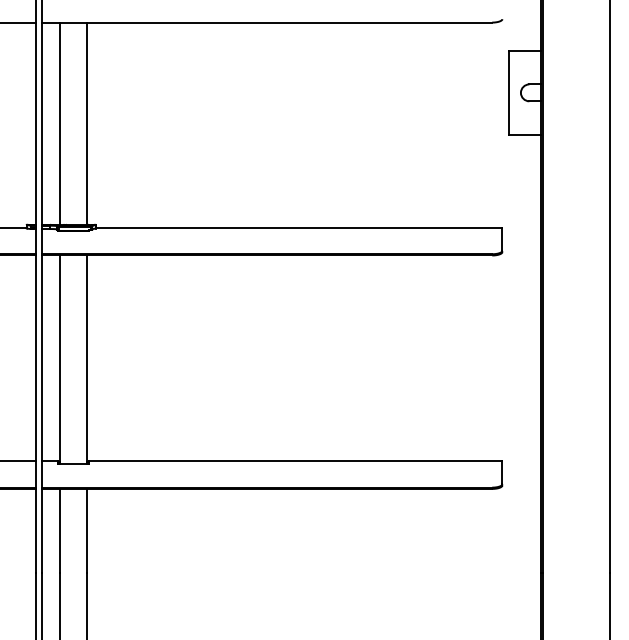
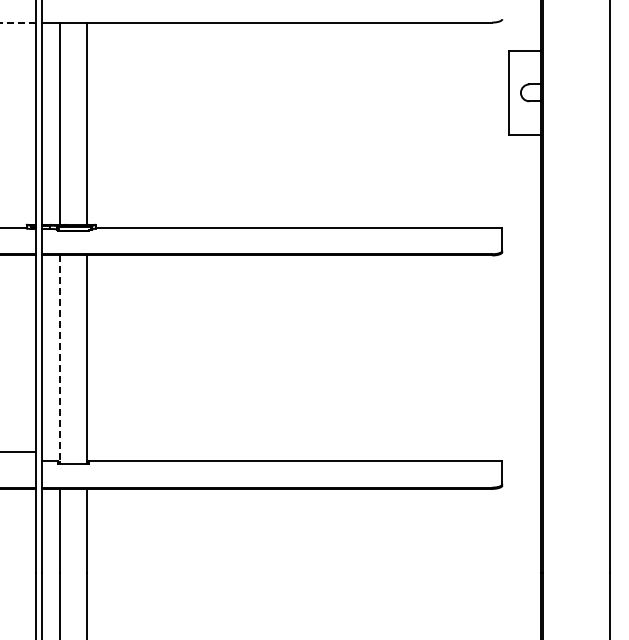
line at (18, 22): solid -> dashed
line at (59, 360): solid -> dashed
line at (19, 461) position: (19, 461) -> (19, 452)
